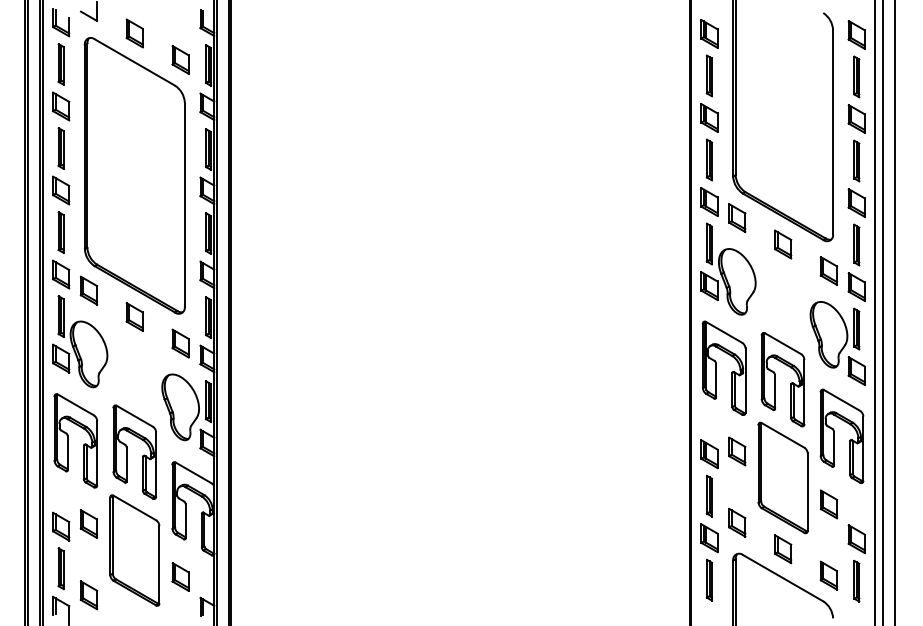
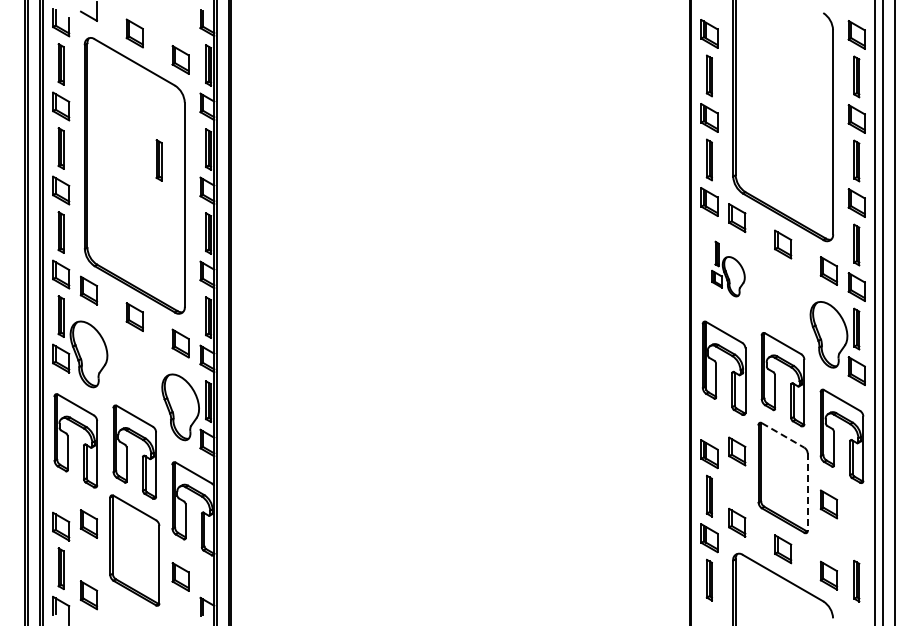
part at (158, 160): none -> present
part at (728, 268) size: 57x94 px -> 35x58 px
line at (783, 435): solid -> dashed
line at (807, 492): solid -> dashed
part at (856, 539): present -> none
